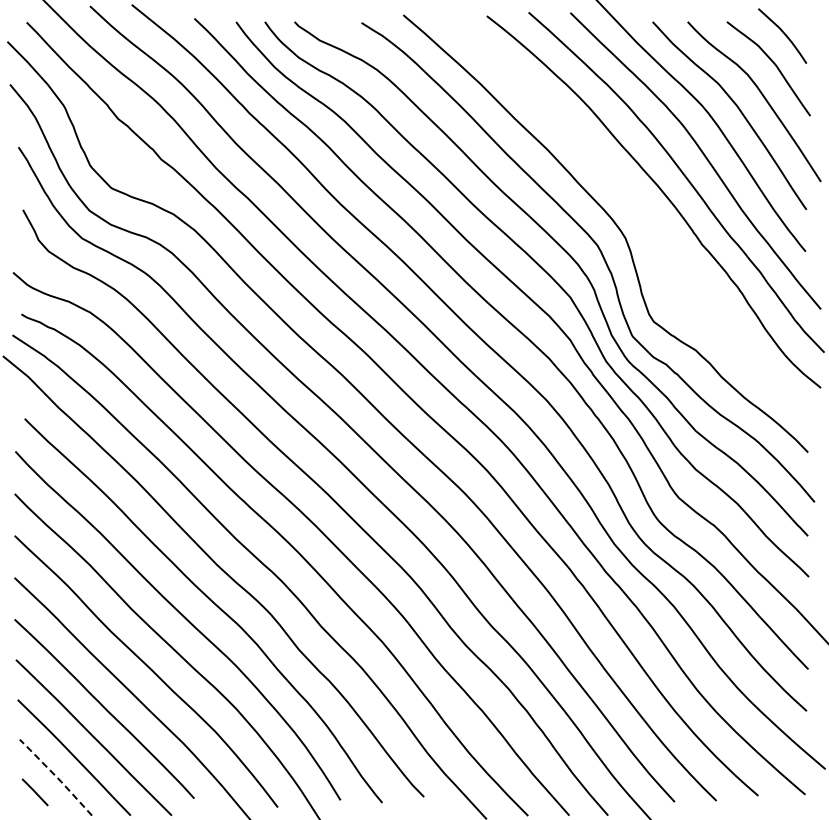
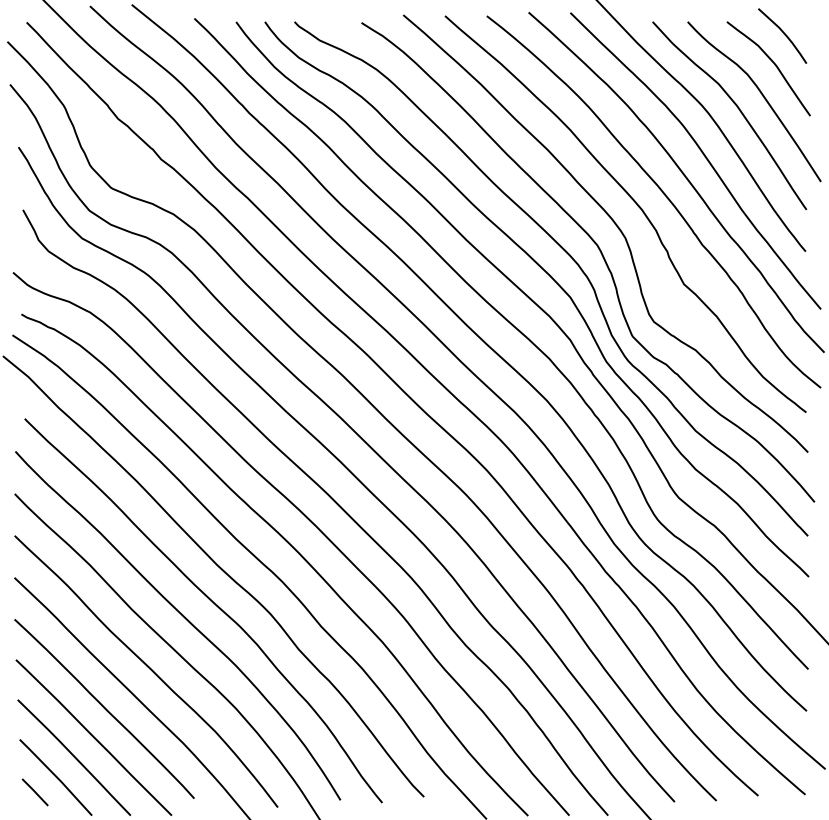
curve at (637, 206): none -> present
line at (56, 776): dashed -> solid
